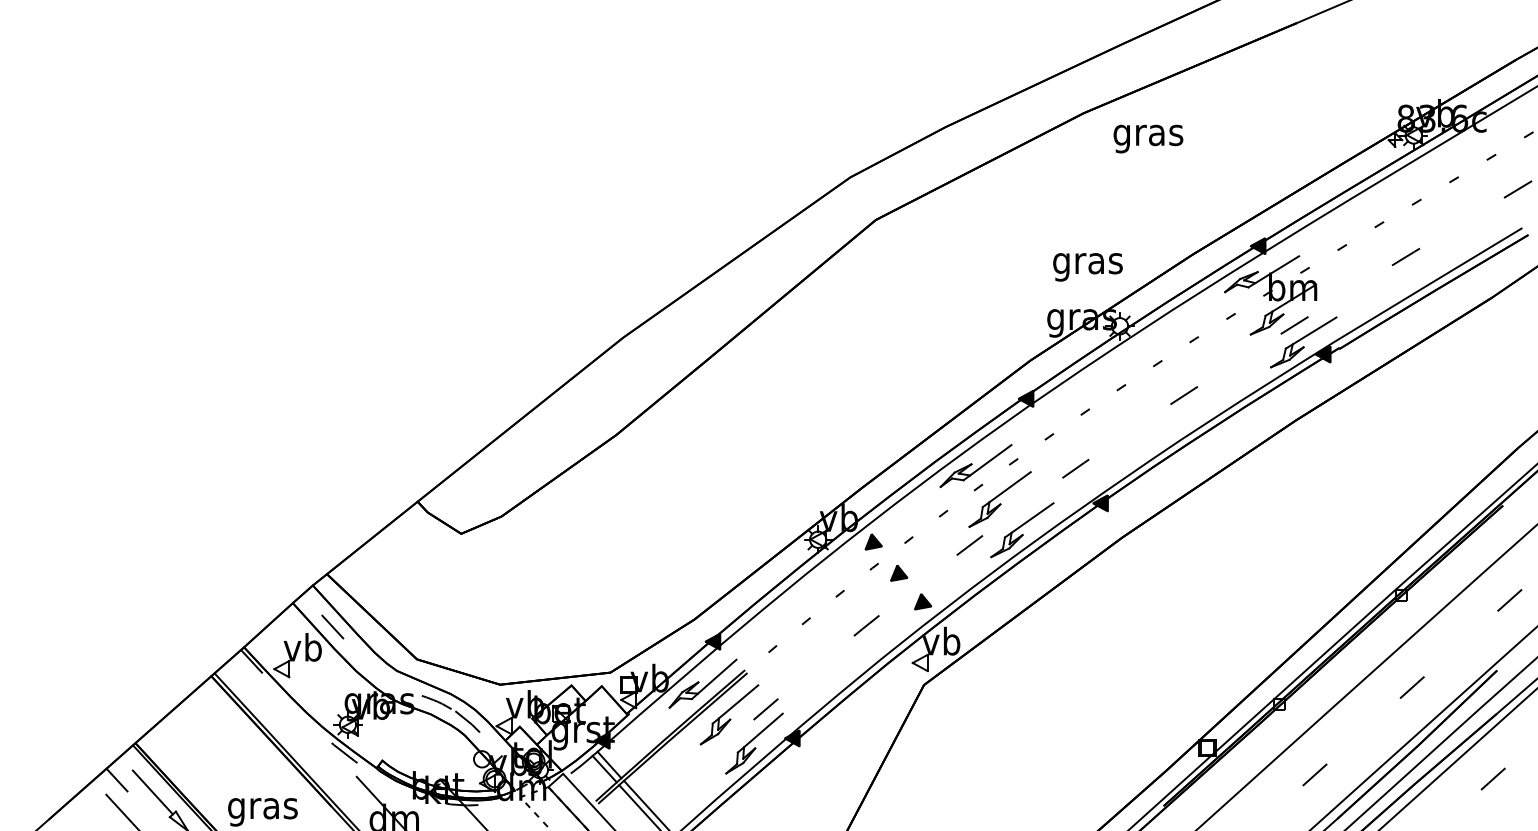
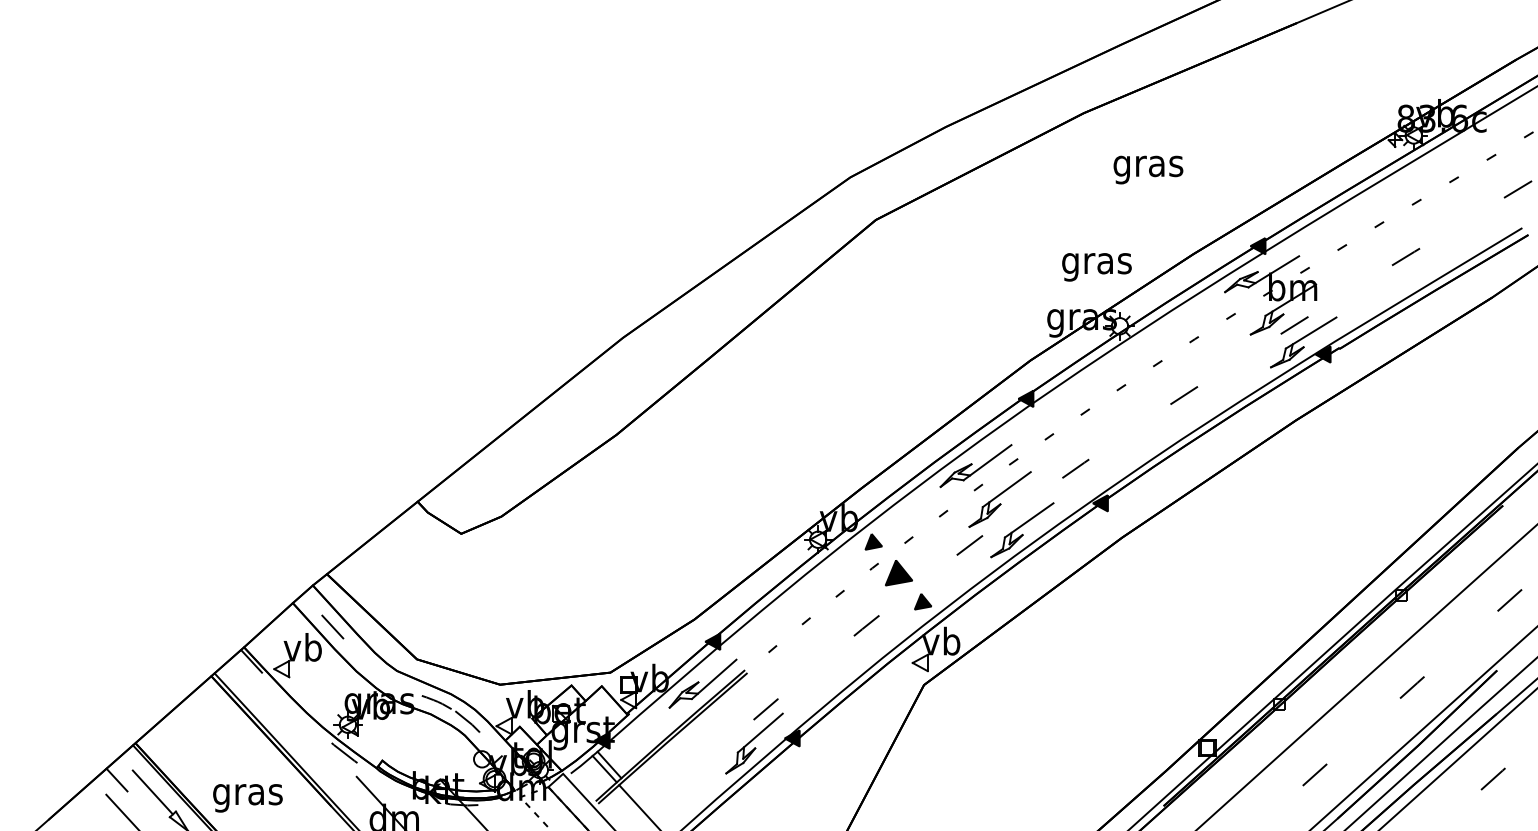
text at (1148, 138) position: (1148, 138) -> (1148, 169)
text at (1087, 267) position: (1087, 267) -> (1096, 267)
part at (899, 573) size: 19x17 px -> 28x27 px
part at (729, 714): present -> none
line at (645, 803): present -> none
text at (262, 812) position: (262, 812) -> (247, 798)
